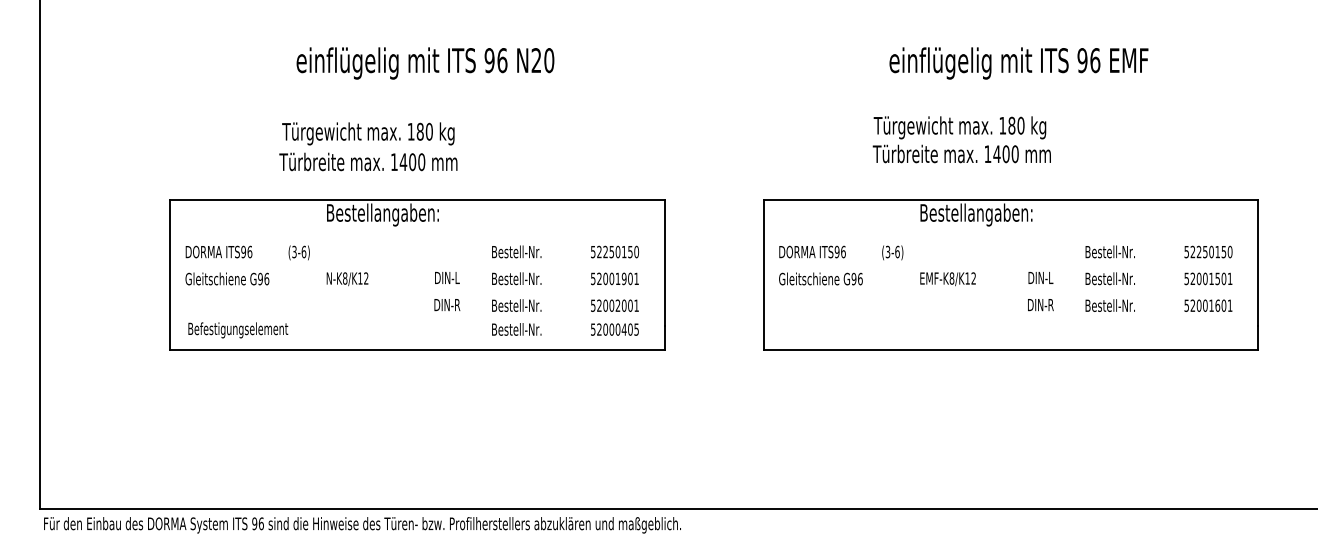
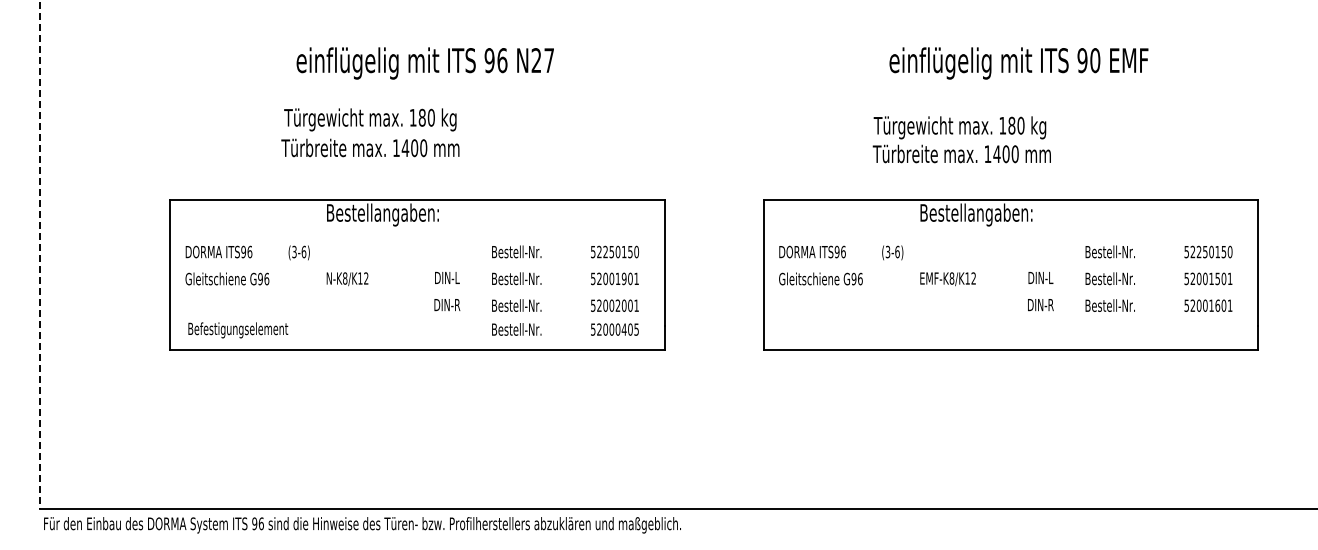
text at (549, 60): N20 -> N27
text at (1095, 60): 96 -> 90
text at (368, 146) position: (368, 146) -> (370, 132)
line at (39, 255): solid -> dashed
